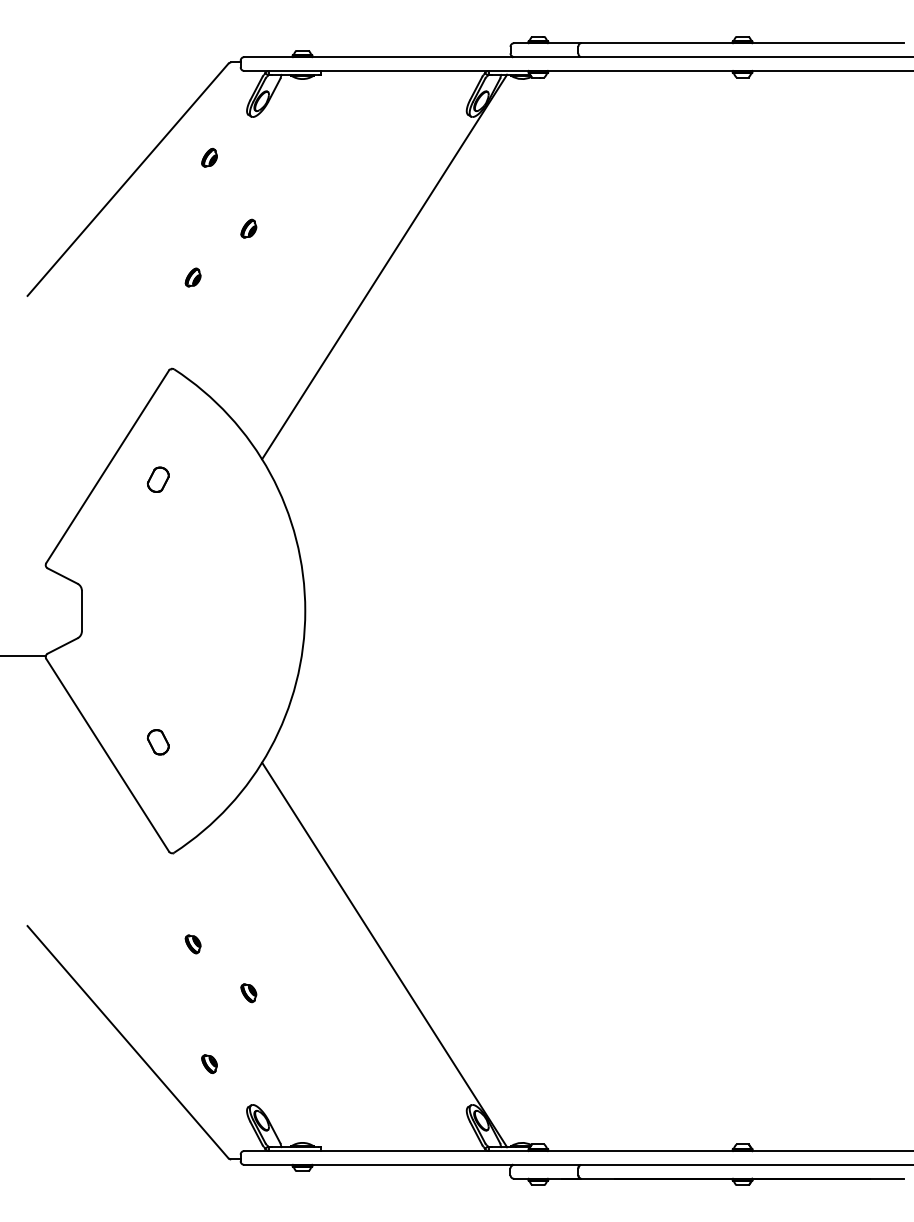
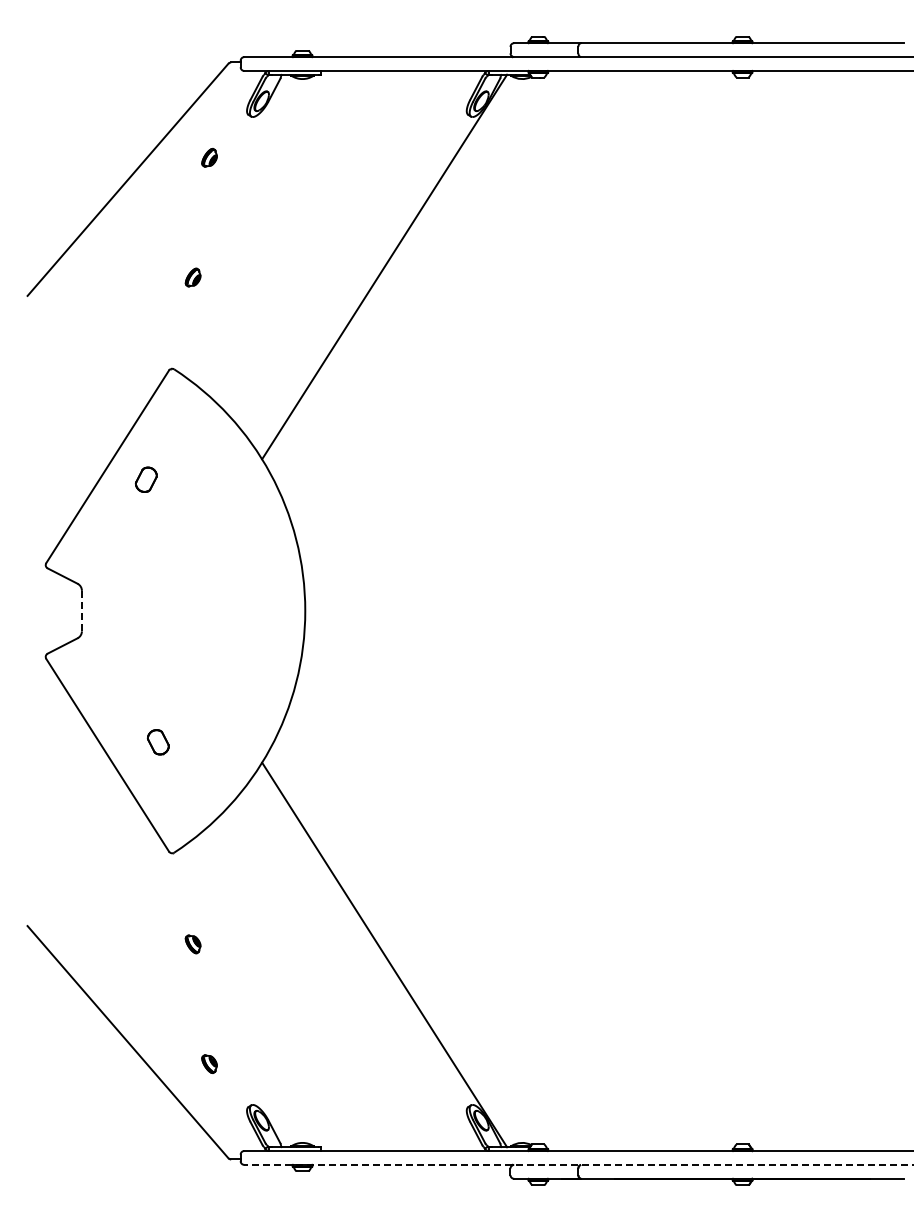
part at (248, 228): present -> none
part at (157, 479) position: (157, 479) -> (145, 479)
line at (81, 610): solid -> dashed
line at (23, 655): present -> none
part at (248, 993): present -> none
line at (579, 1164): solid -> dashed
